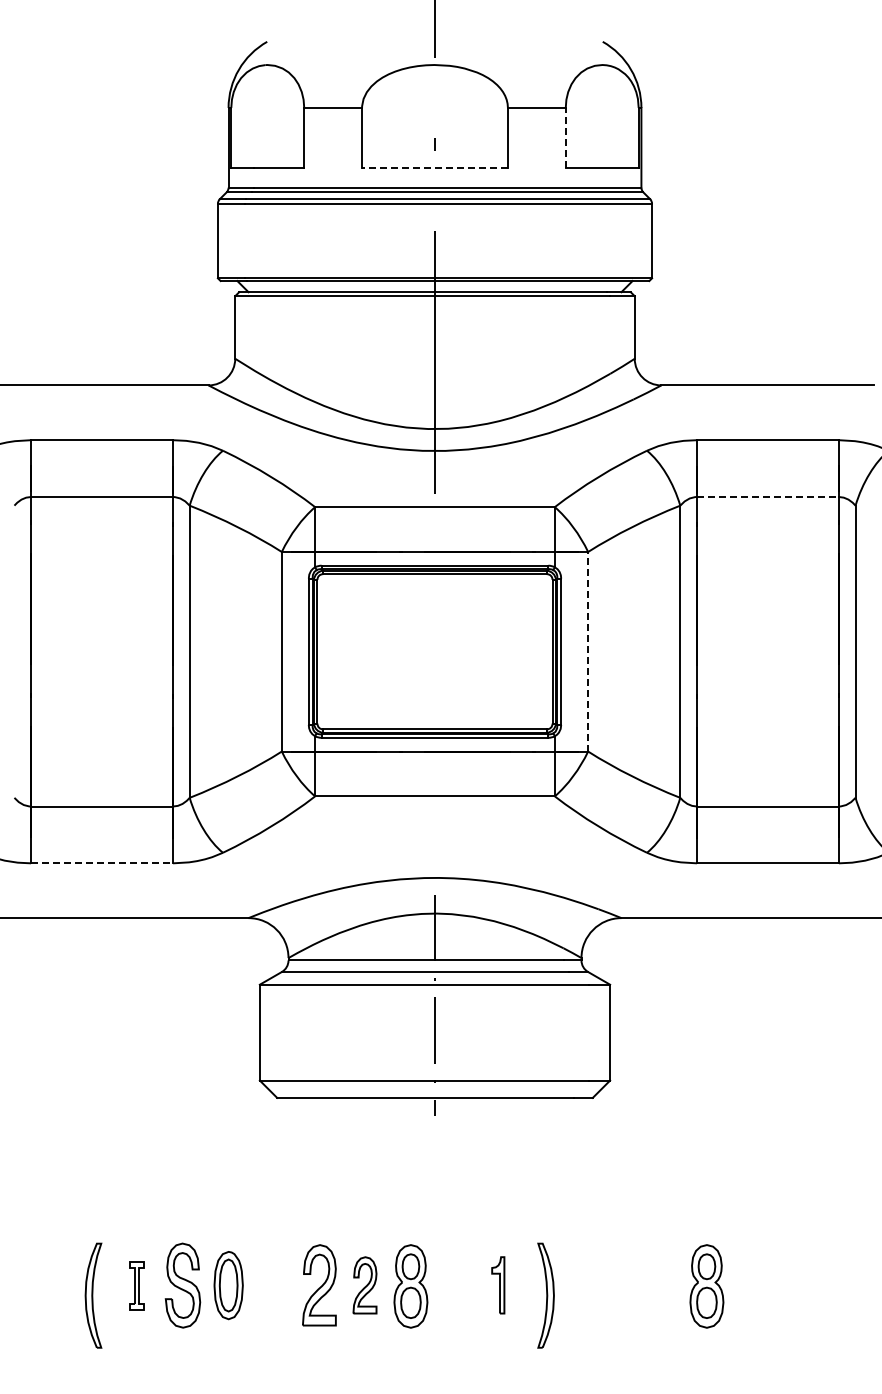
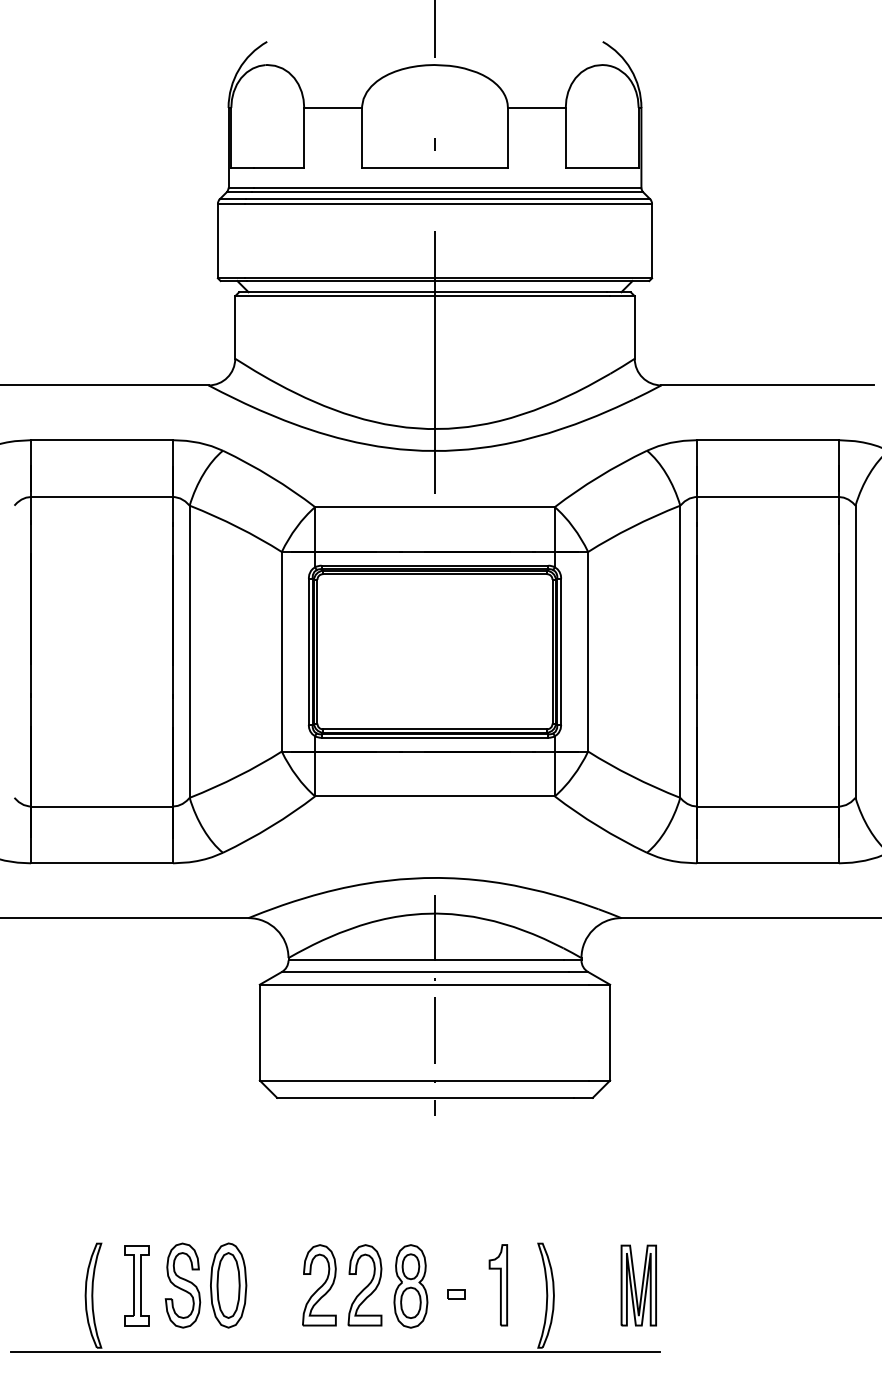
line at (565, 137): dashed -> solid
line at (435, 167): dashed -> solid
line at (767, 497): dashed -> solid
line at (588, 651): dashed -> solid
line at (102, 863): dashed -> solid
part at (136, 1285) size: 16x50 px -> 26x82 px
part at (228, 1285) size: 31x70 px -> 38x87 px
part at (364, 1285) size: 26x59 px -> 36x83 px
part at (498, 1285) size: 15x59 px -> 20x83 px
part at (638, 1285): none -> present
part at (706, 1286): present -> none
part at (456, 1294): none -> present
line at (334, 1352): none -> present
